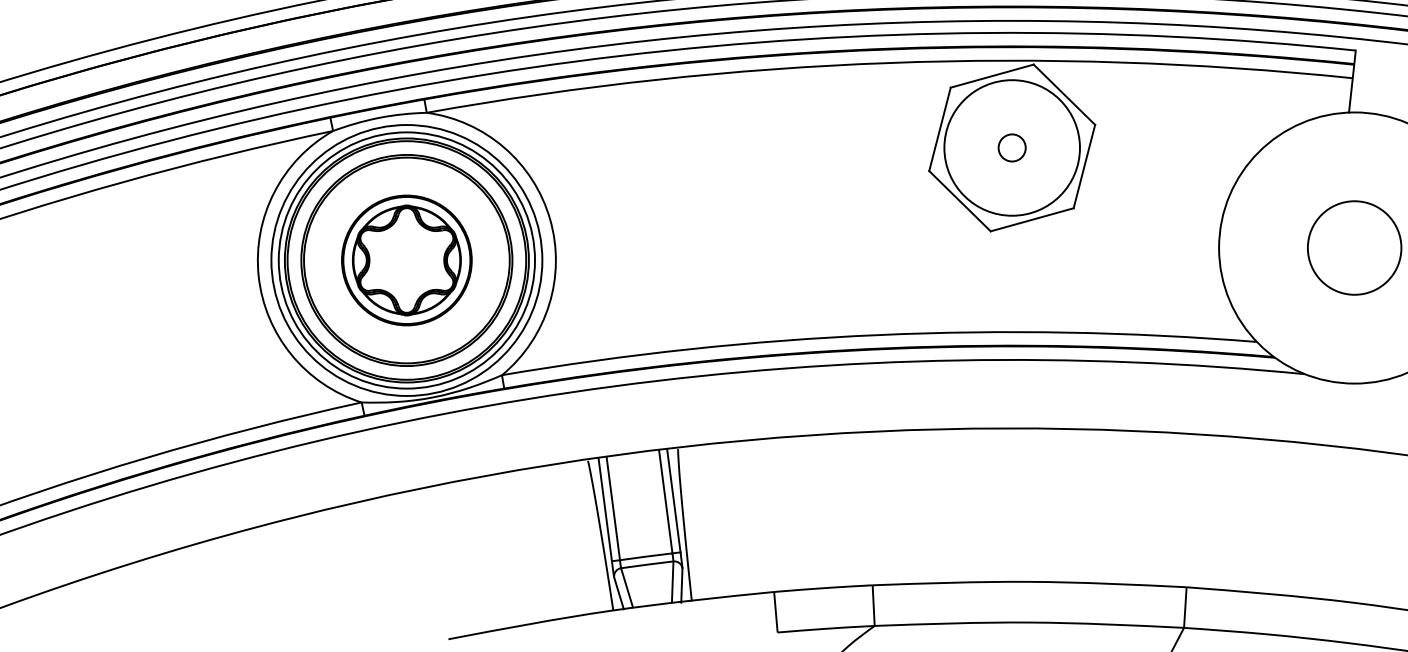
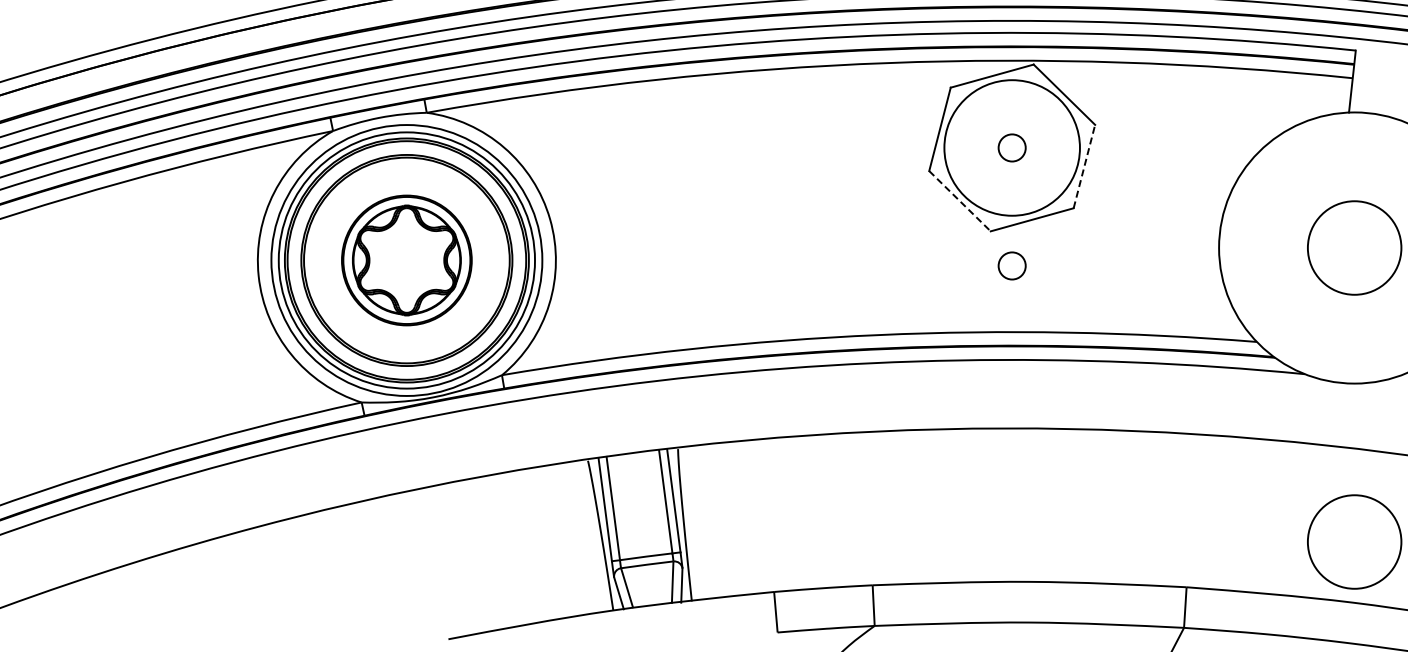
line at (1084, 166): solid -> dashed
line at (960, 201): solid -> dashed
circle at (1011, 265): none -> present
circle at (1354, 541): none -> present
